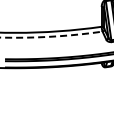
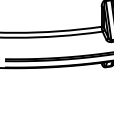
arc at (52, 36): dashed -> solid
